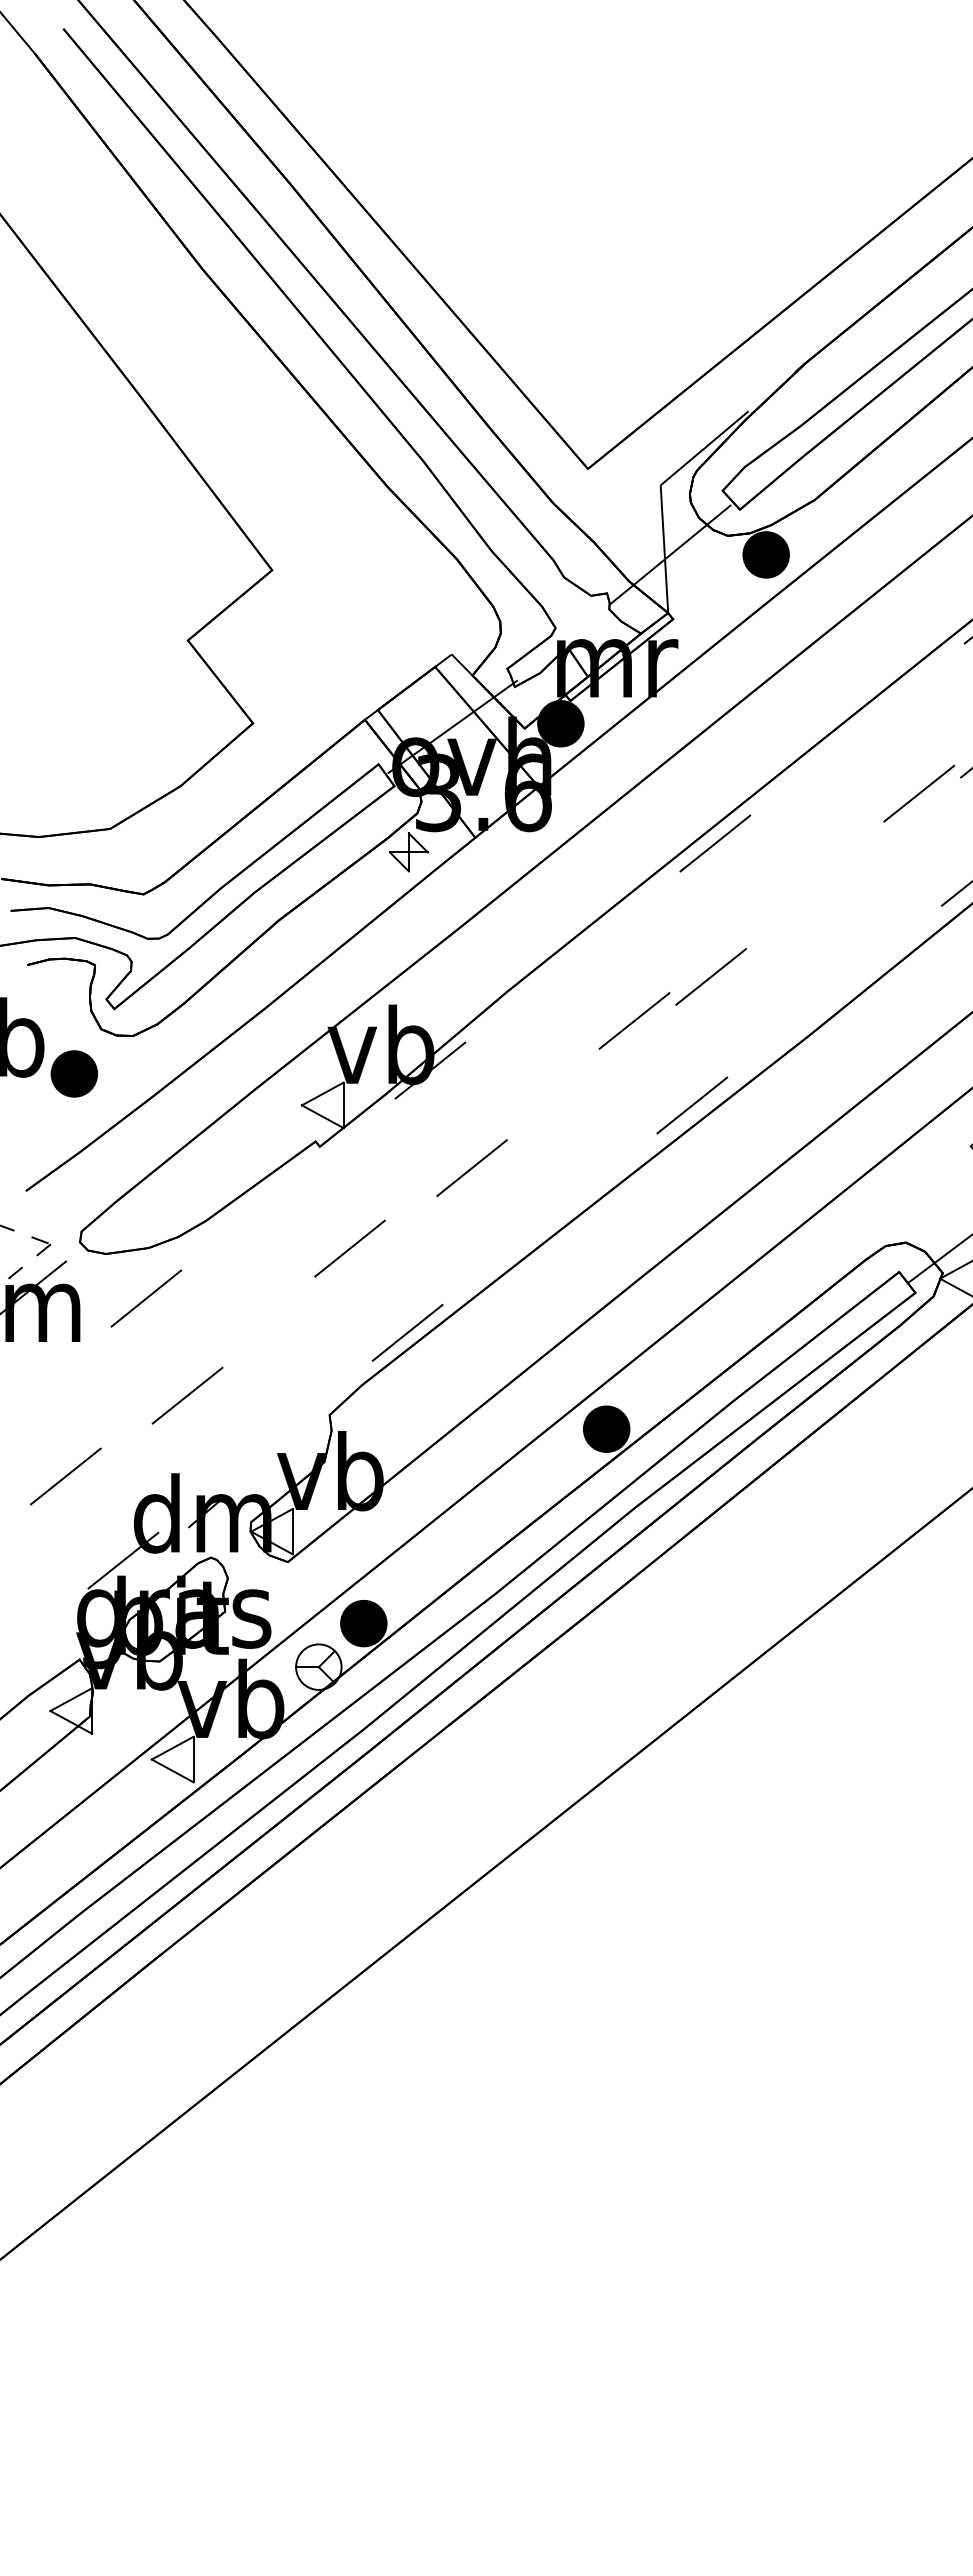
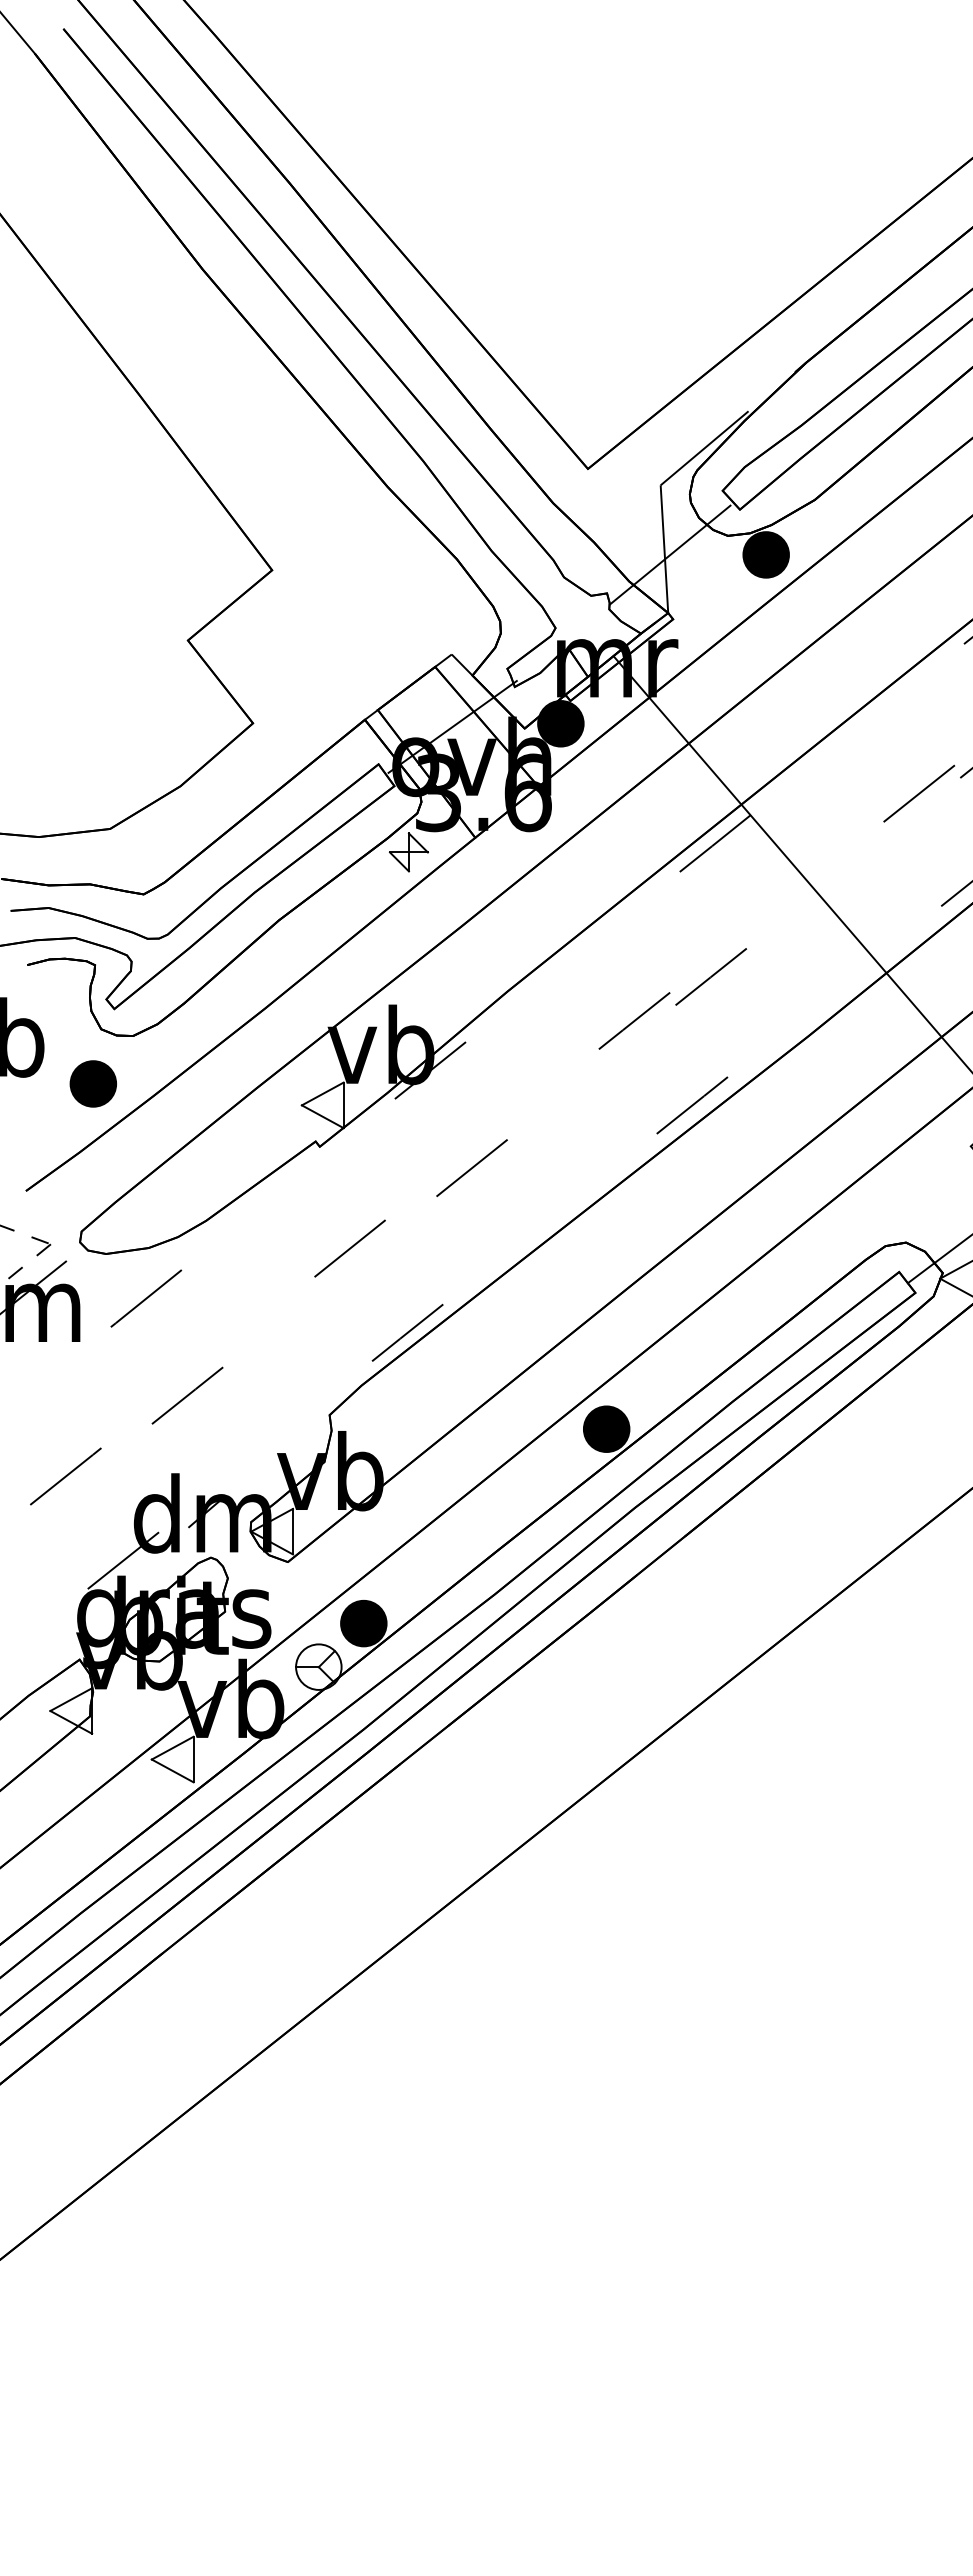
line at (791, 862): none -> present
part at (73, 1073) position: (73, 1073) -> (92, 1083)
